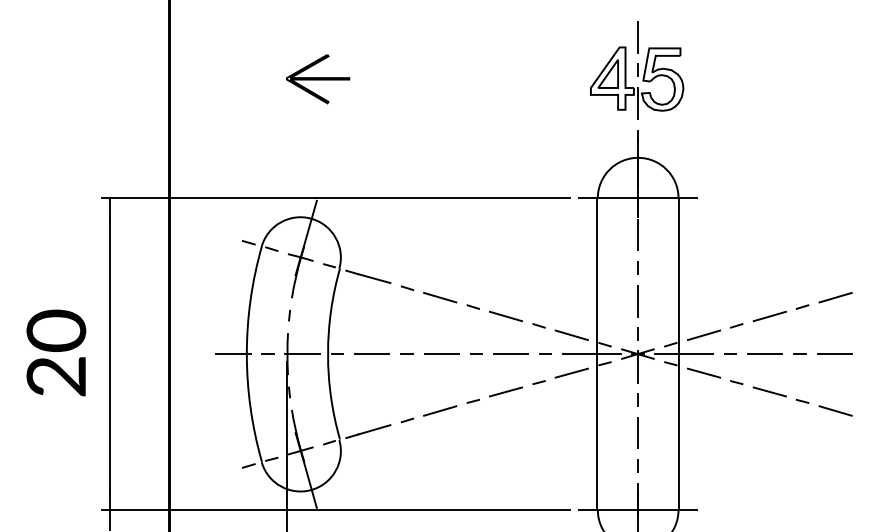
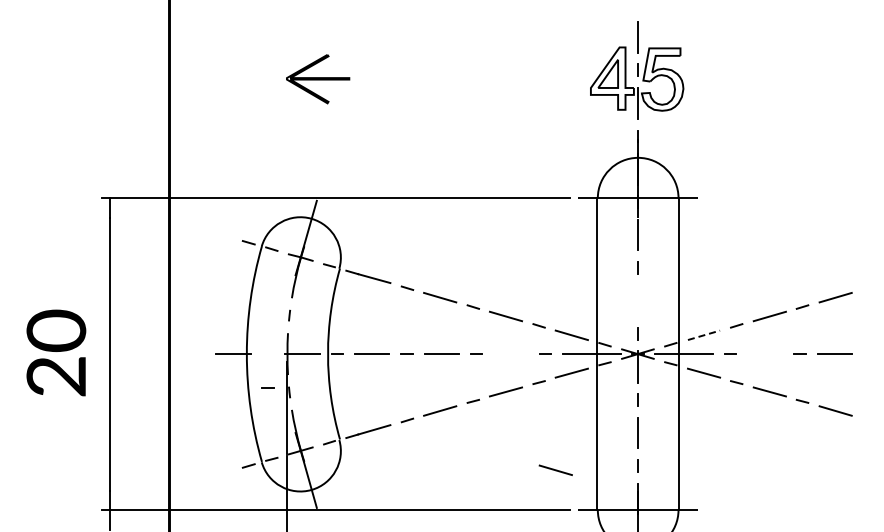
line at (637, 300): present -> none
line at (704, 335): solid -> dashed
line at (267, 353) position: (267, 353) -> (267, 387)
line at (764, 353): present -> none
line at (510, 354): present -> none
line at (555, 469): none -> present
